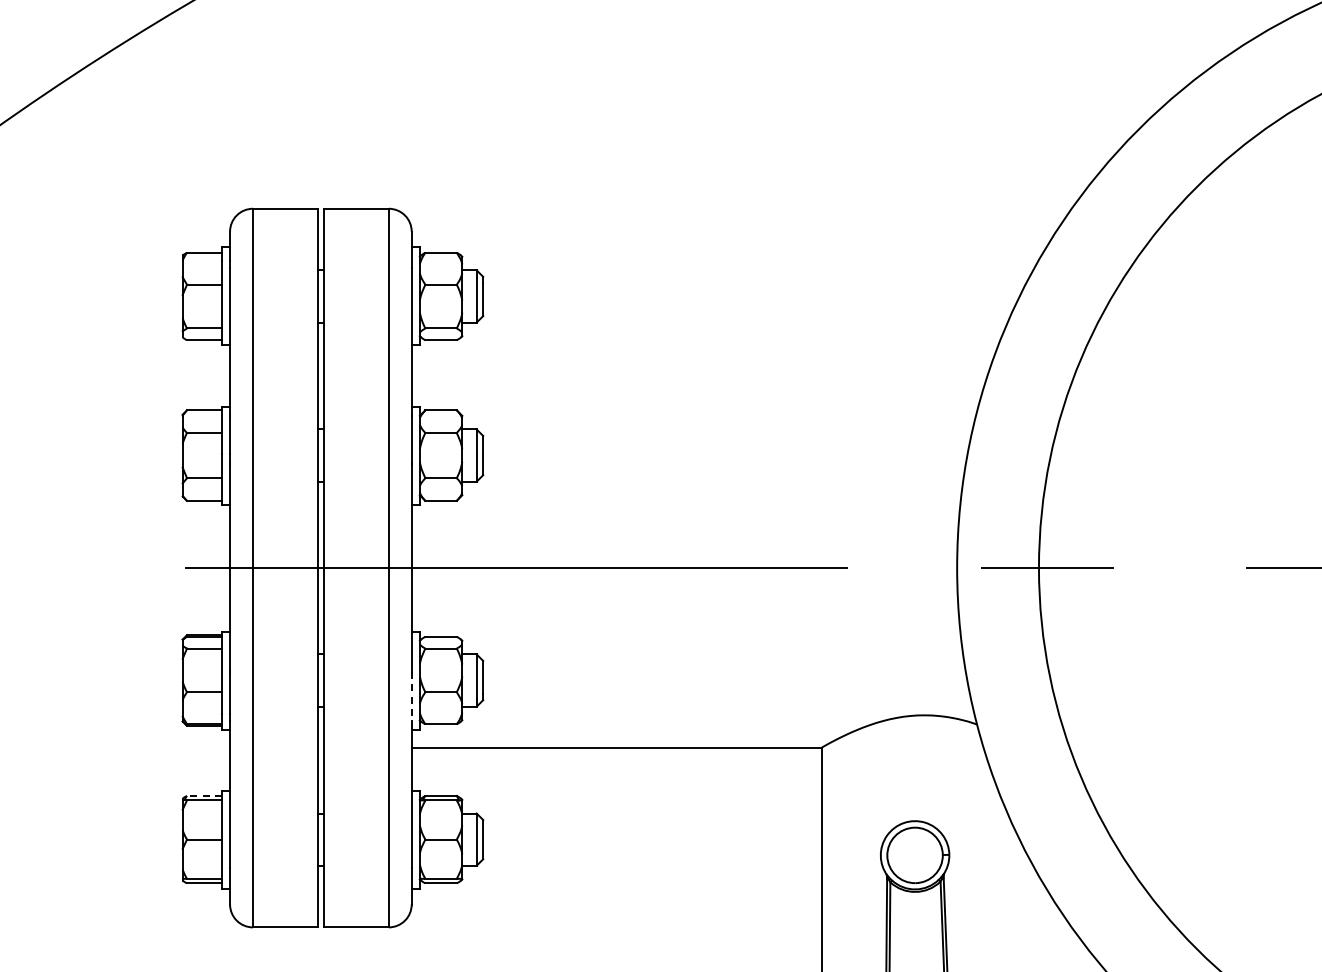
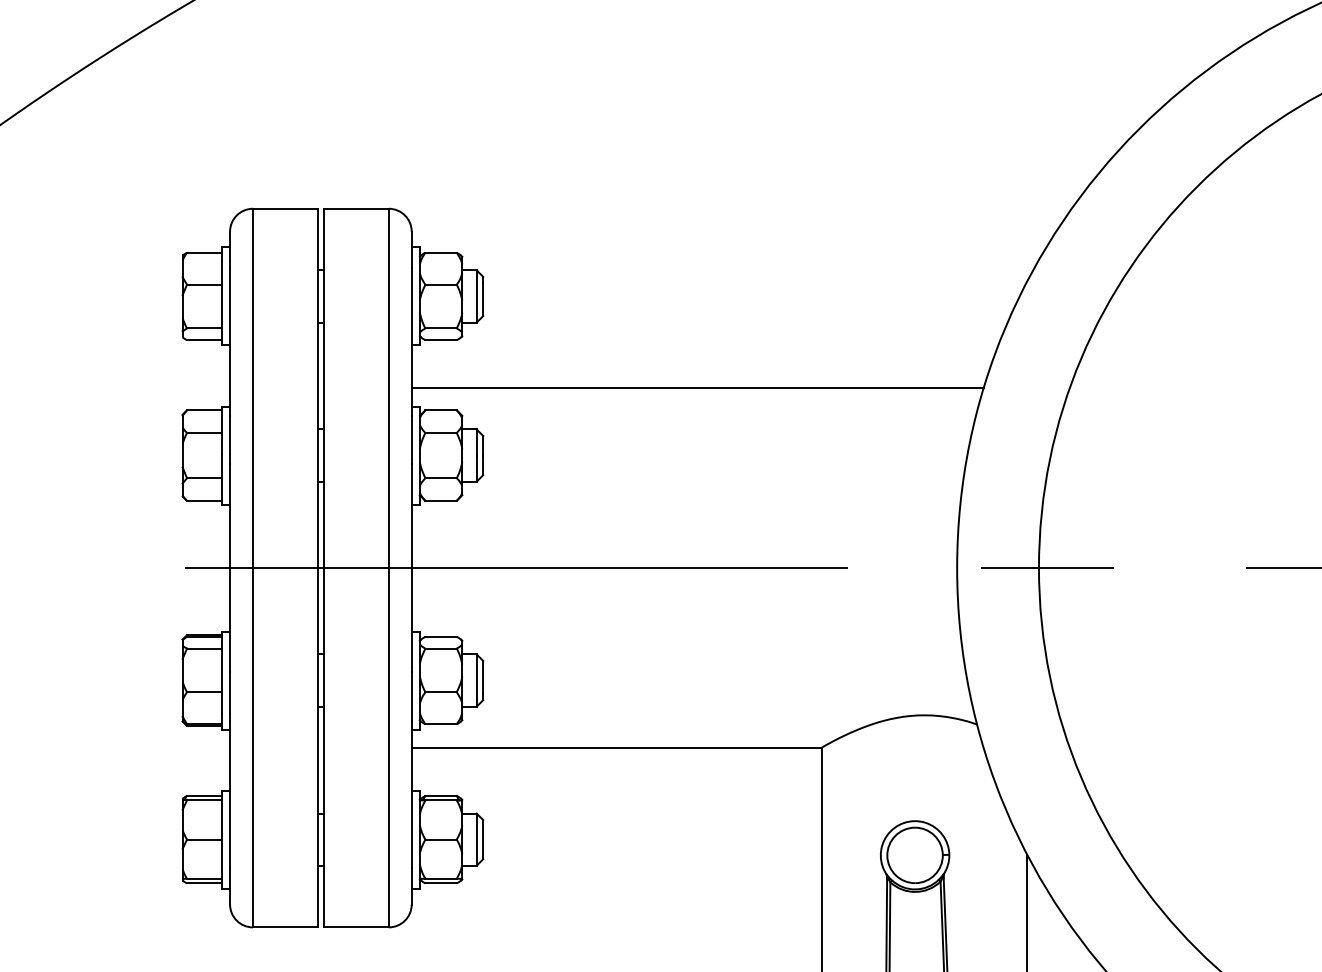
line at (697, 388): none -> present
line at (411, 696): dashed -> solid
line at (203, 795): dashed -> solid
line at (1027, 911): none -> present
